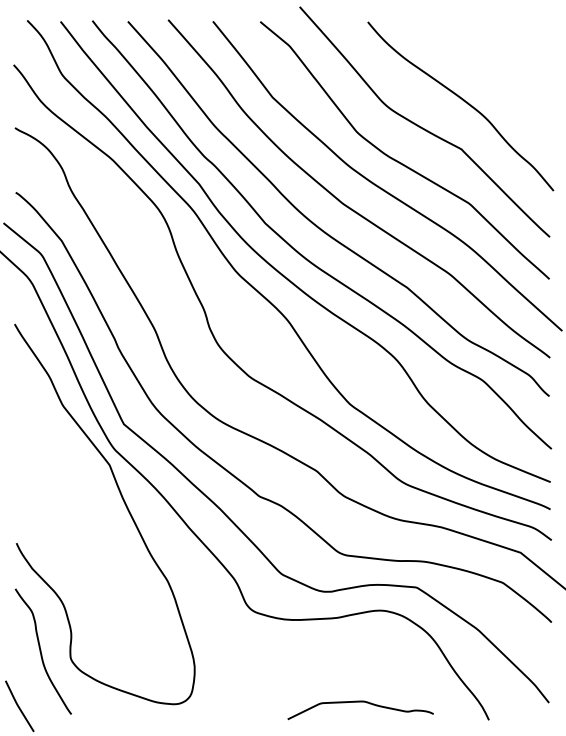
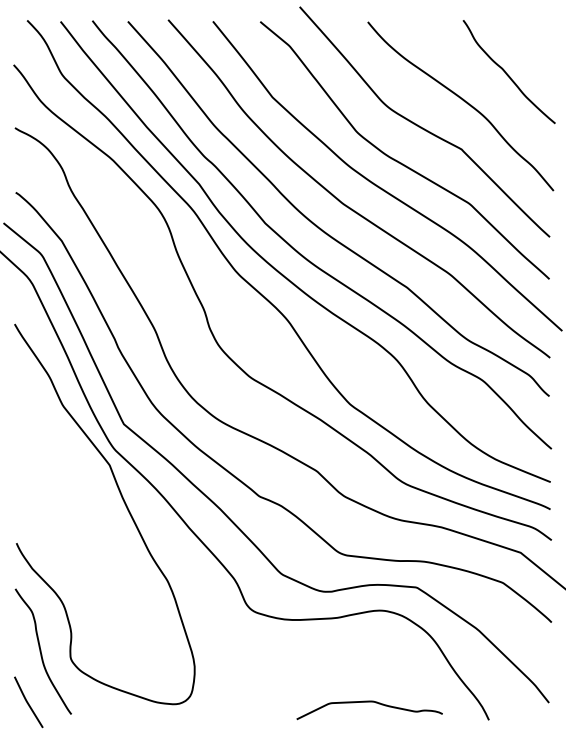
curve at (507, 73): none -> present
curve at (360, 702) position: (360, 702) -> (369, 702)
curve at (19, 706) position: (19, 706) -> (28, 702)
